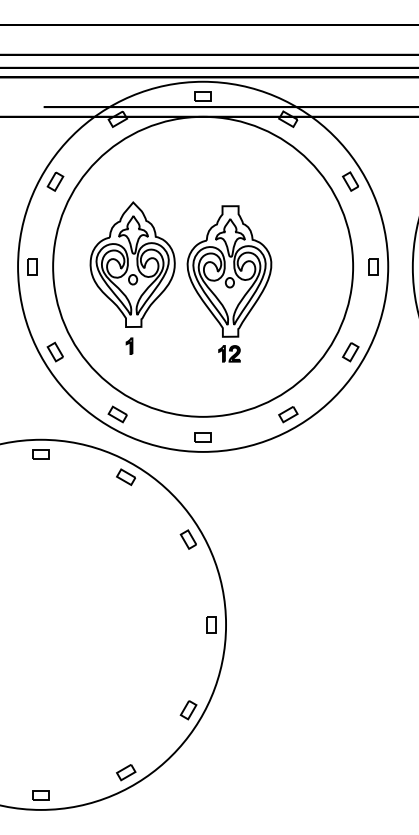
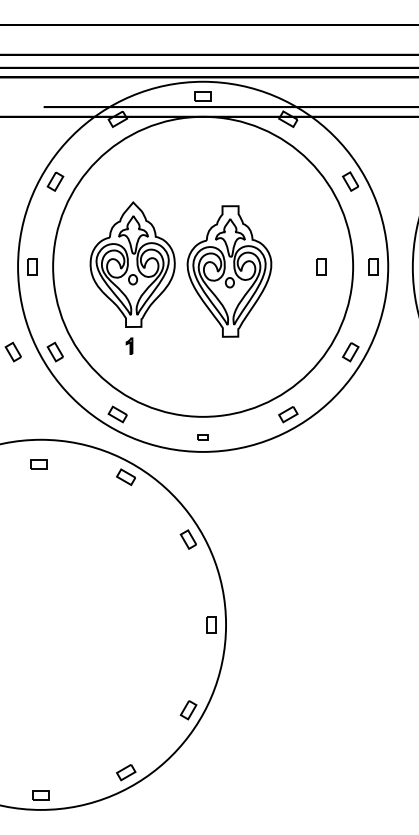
part at (321, 266): none -> present
part at (12, 351): none -> present
part at (229, 353): present -> none
part at (202, 437) size: 18x11 px -> 12x7 px
part at (40, 454) position: (40, 454) -> (38, 464)
